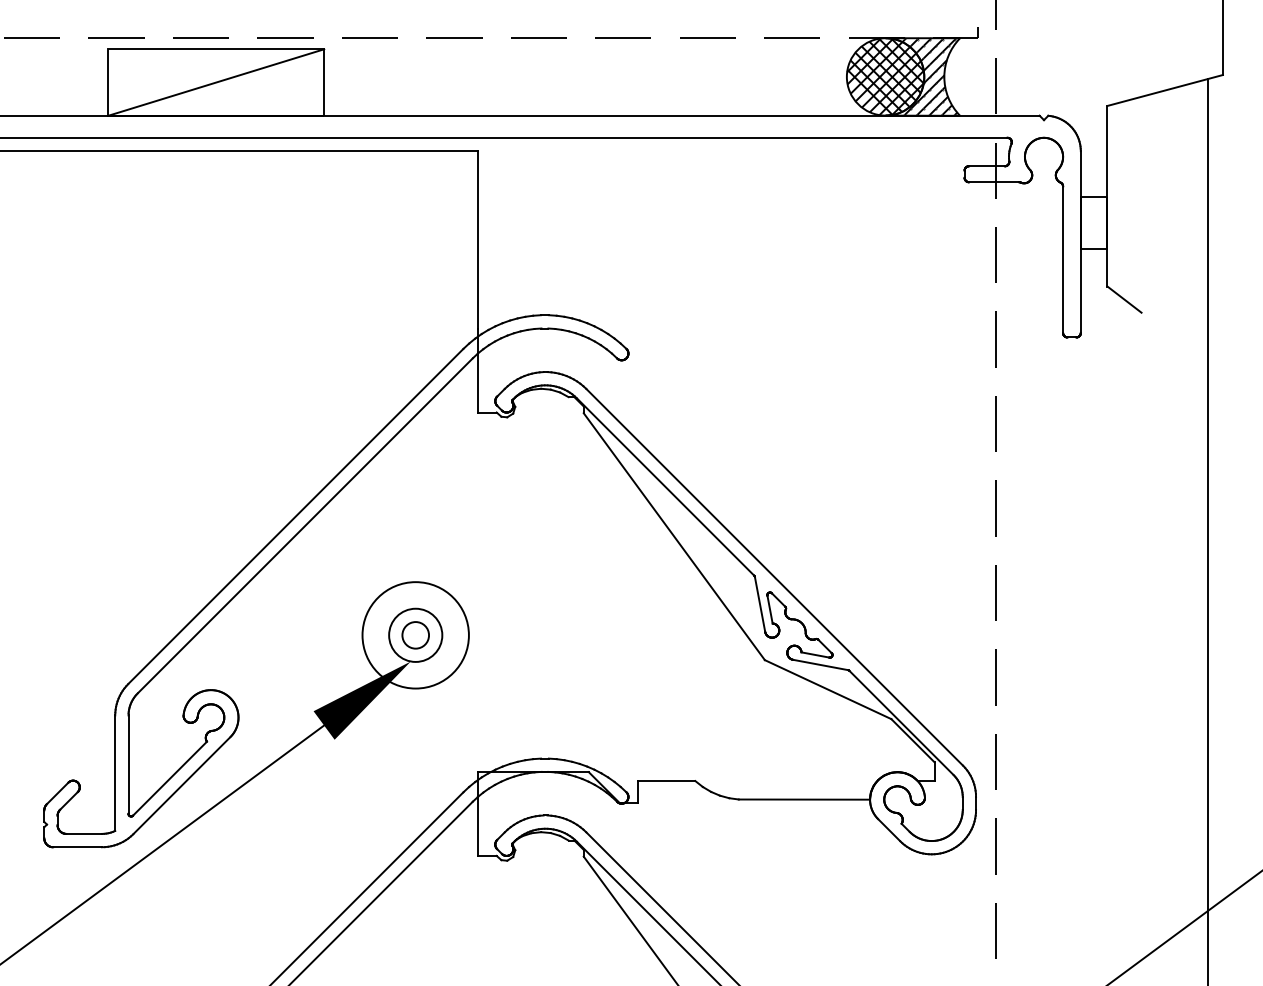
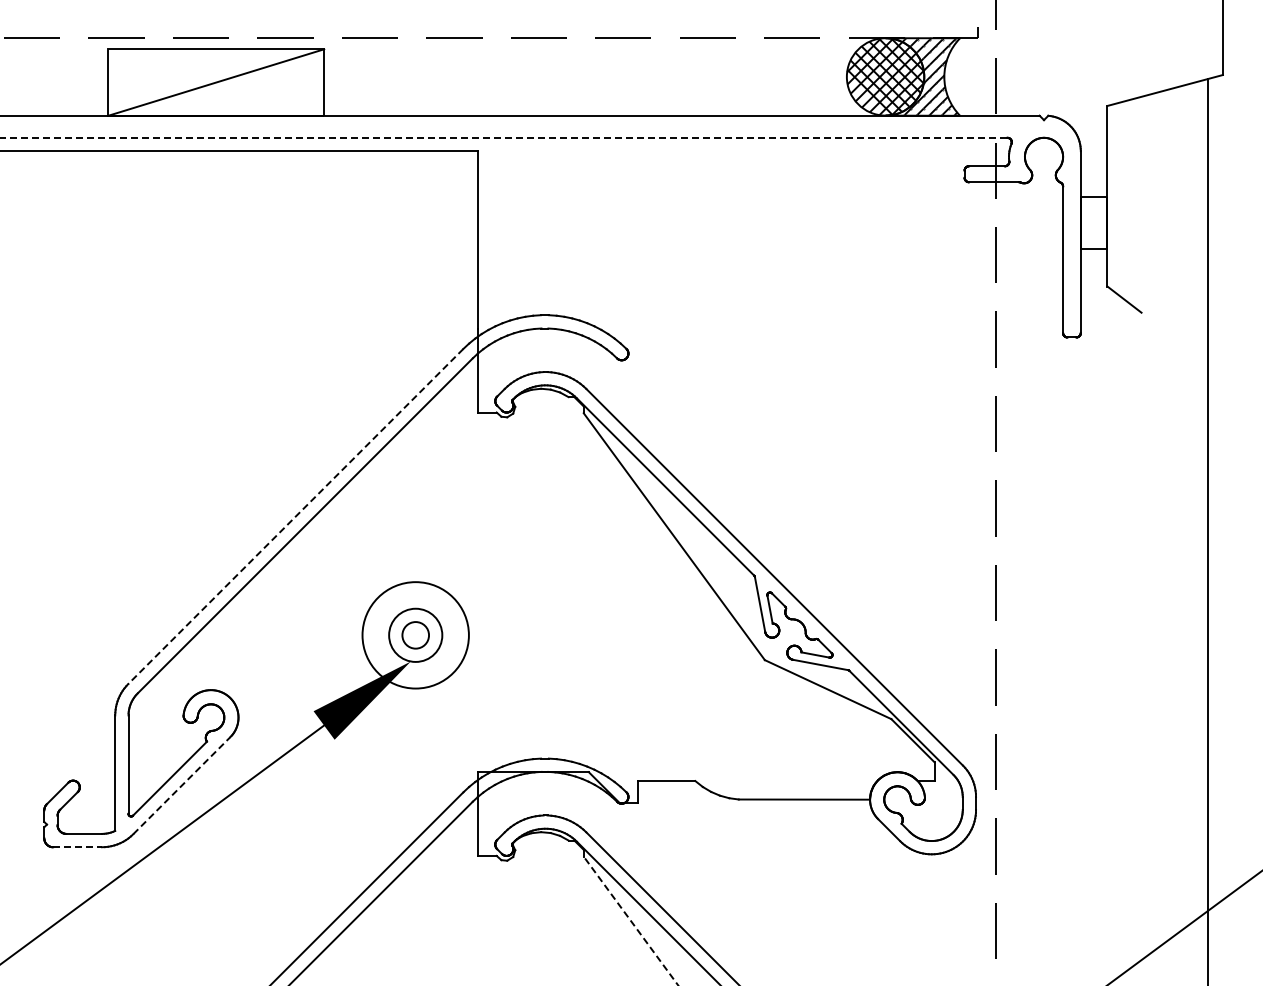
line at (503, 137): solid -> dashed
line at (295, 516): solid -> dashed
line at (181, 785): solid -> dashed
line at (78, 847): solid -> dashed
line at (630, 920): solid -> dashed
